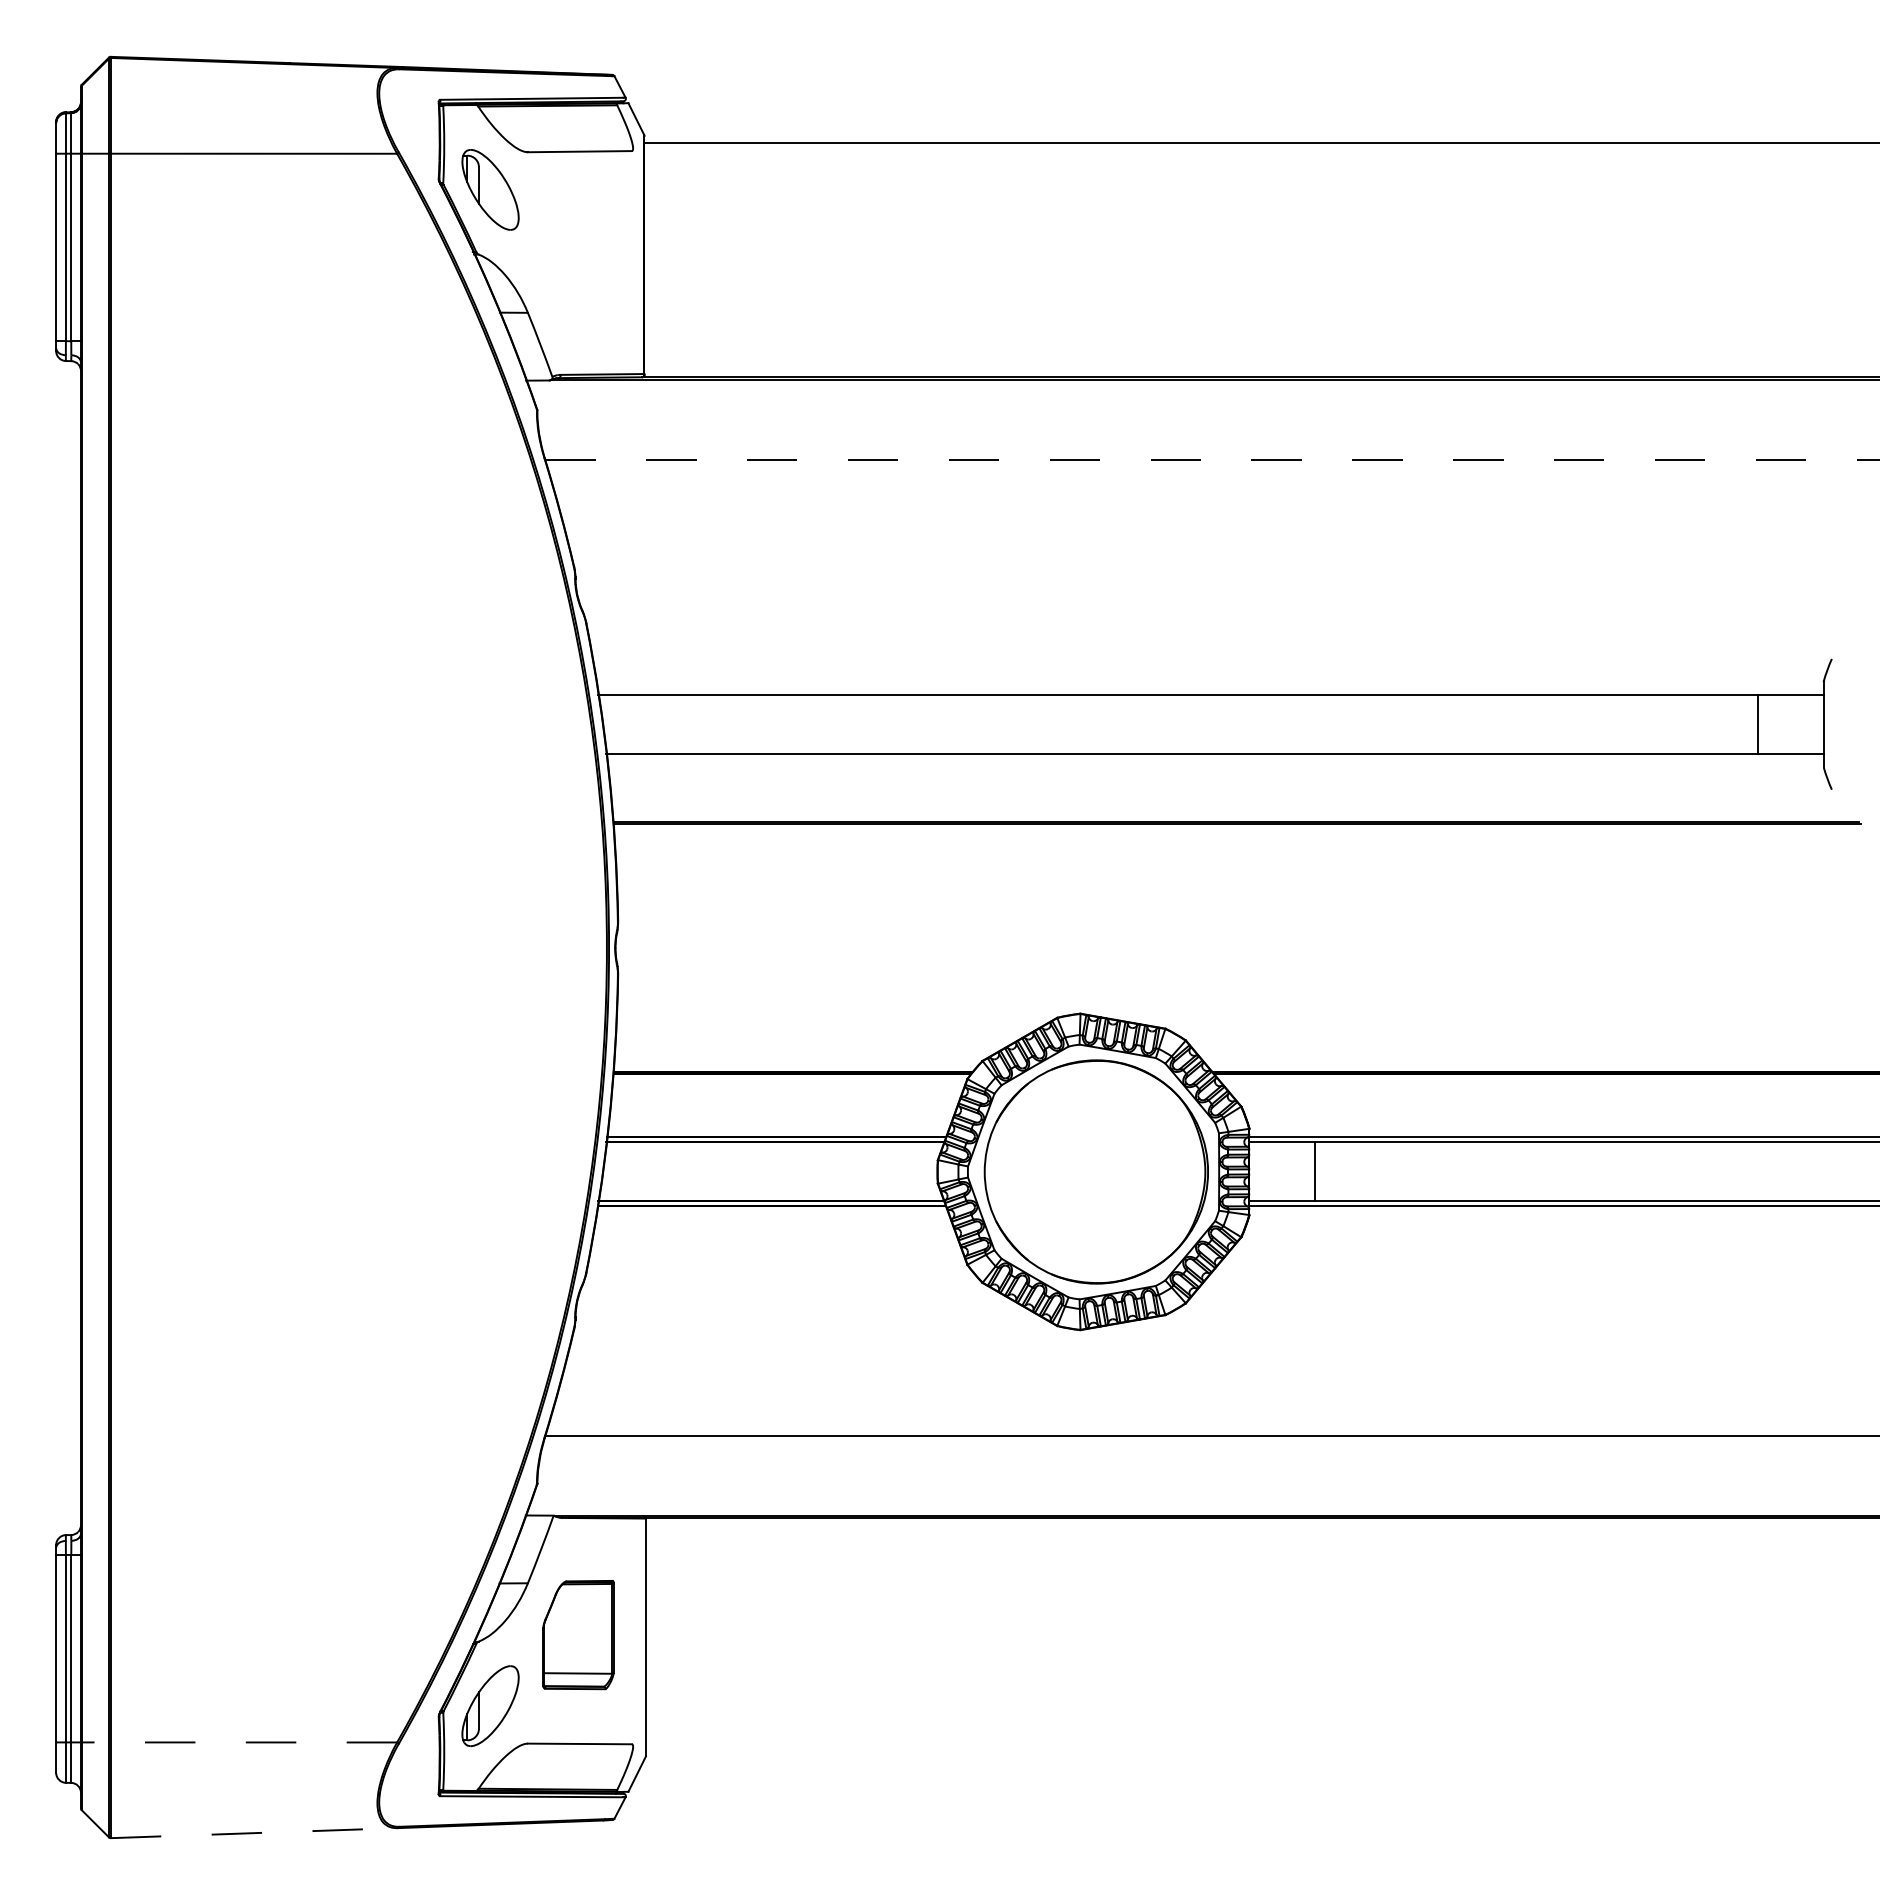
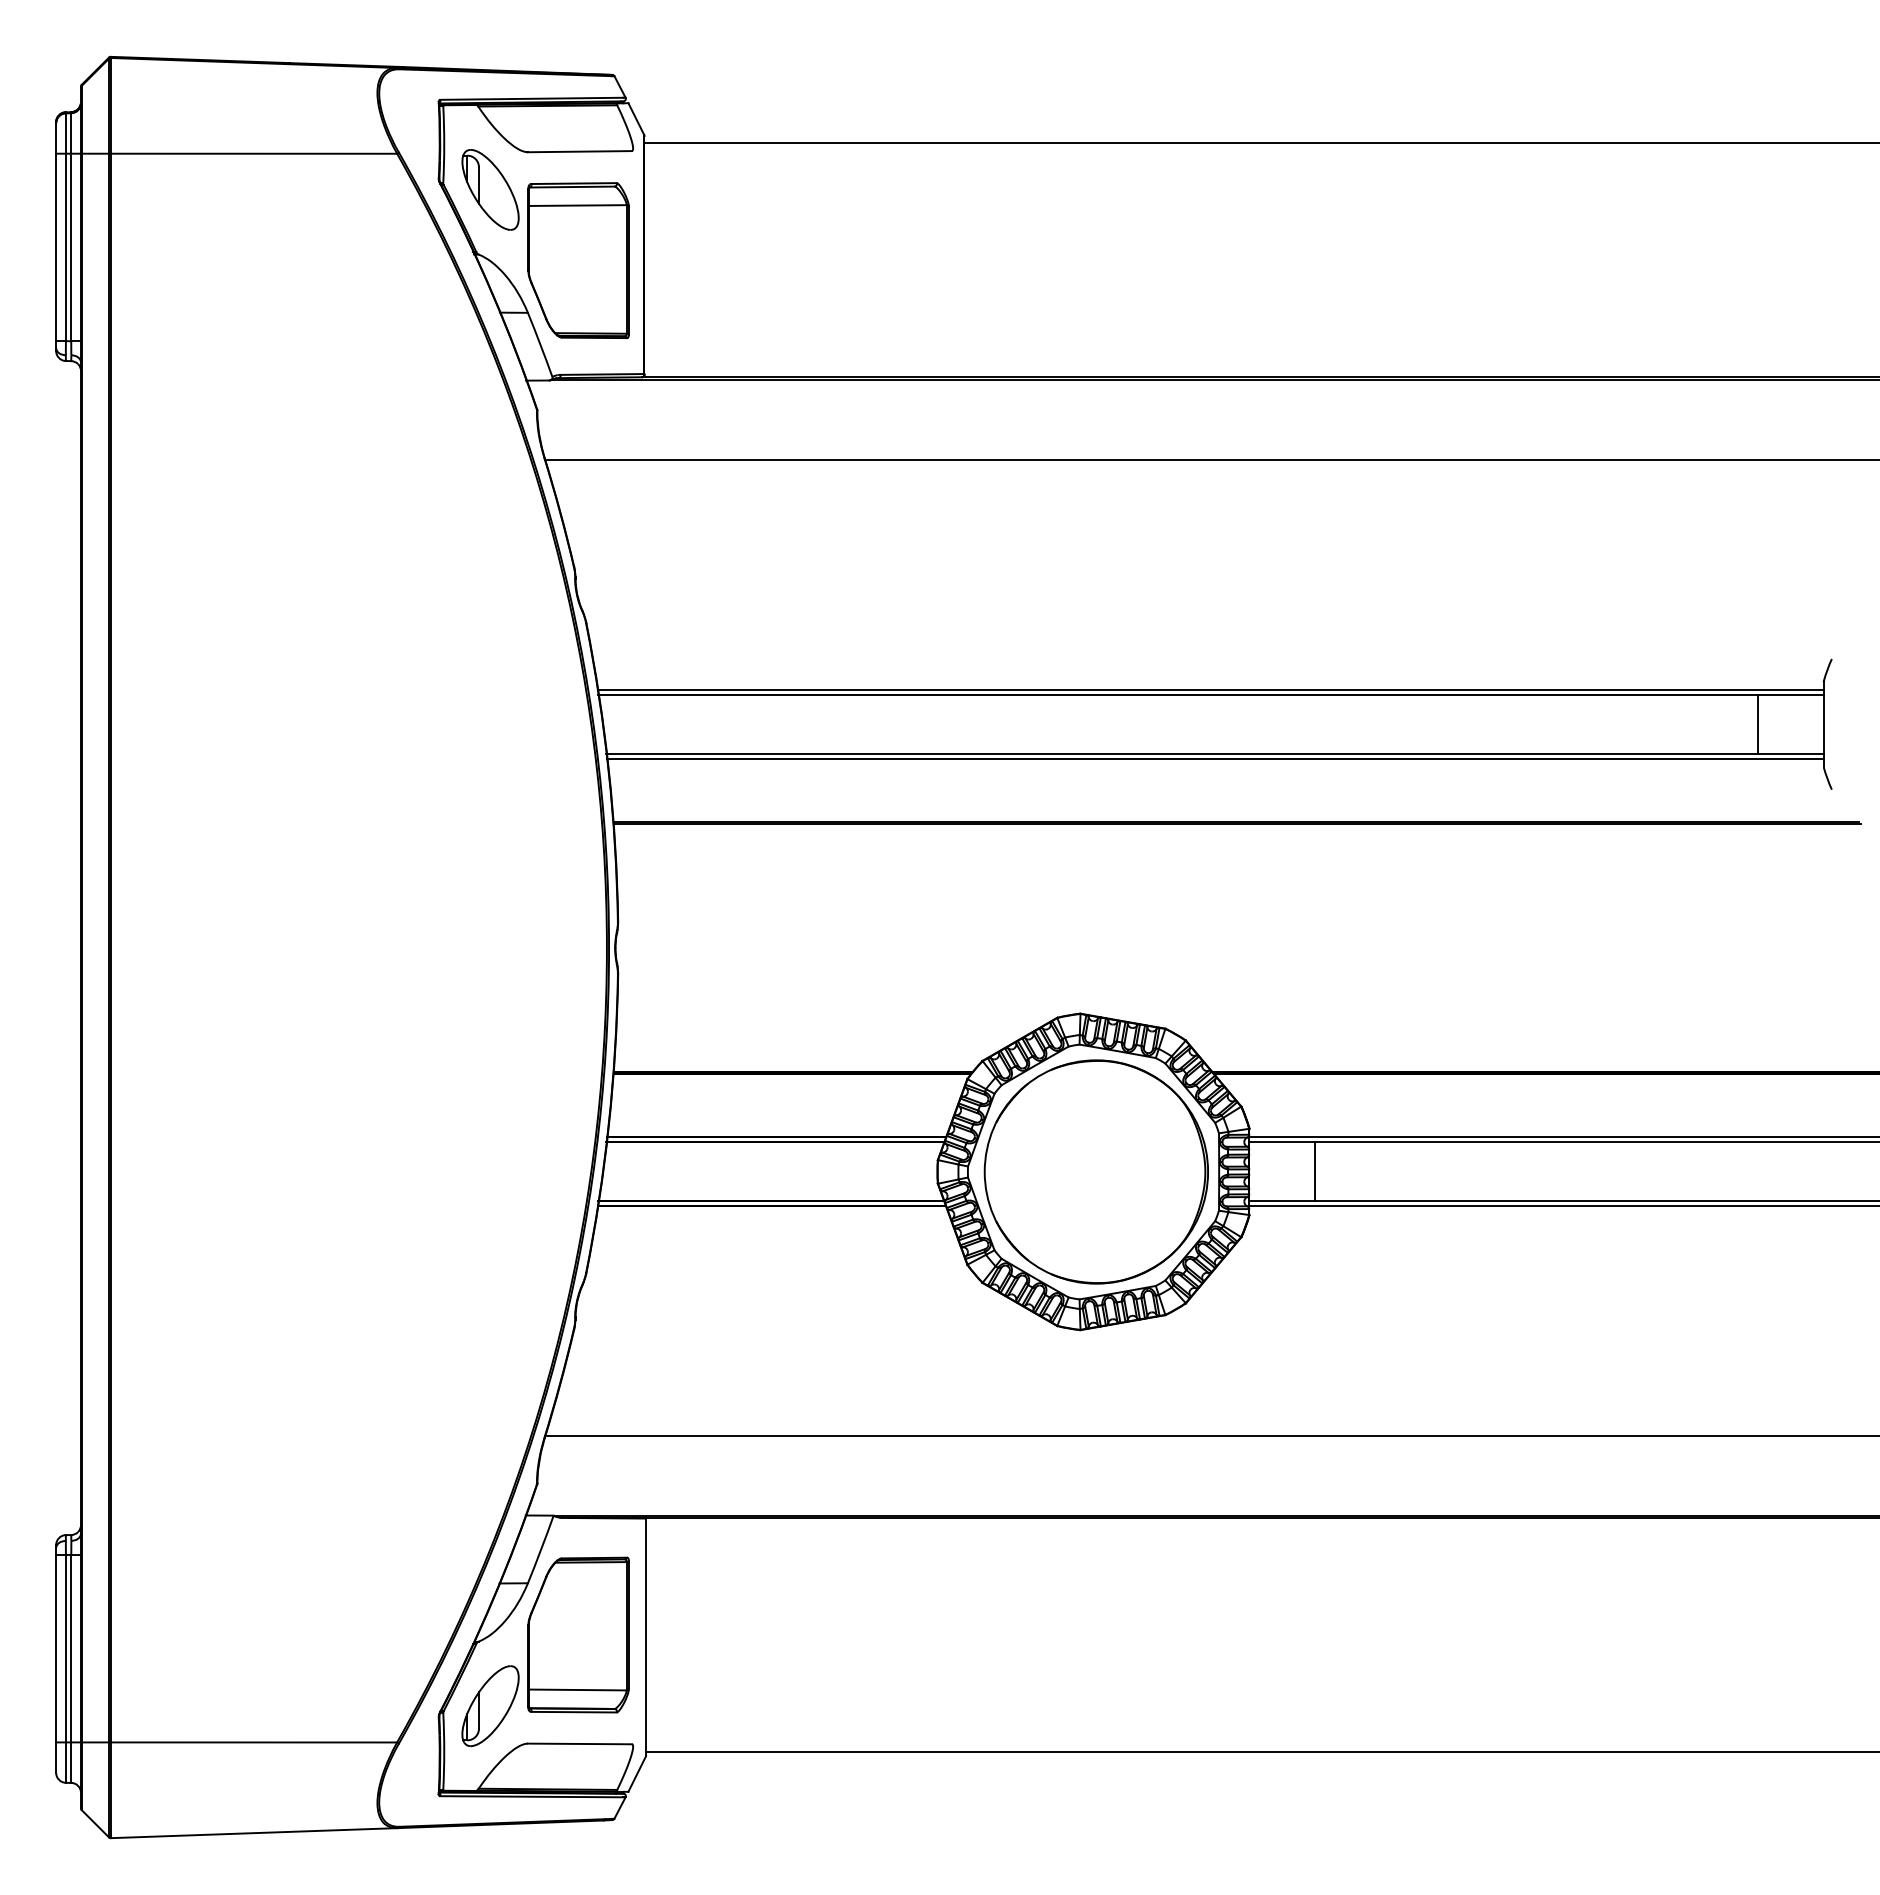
part at (578, 260): none -> present
line at (1213, 459): dashed -> solid
line at (1210, 689): none -> present
line at (1214, 759): none -> present
part at (578, 1635) size: 73x111 px -> 103x158 px
line at (226, 1742): dashed -> solid
line at (1260, 1751): none -> present
line at (254, 1833): dashed -> solid
